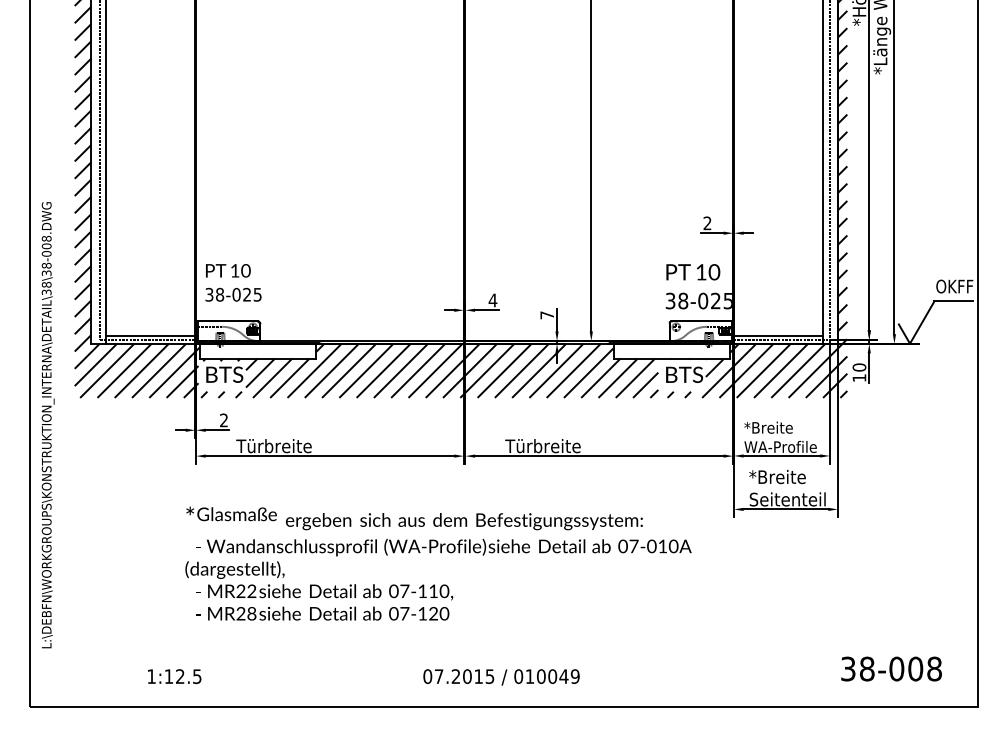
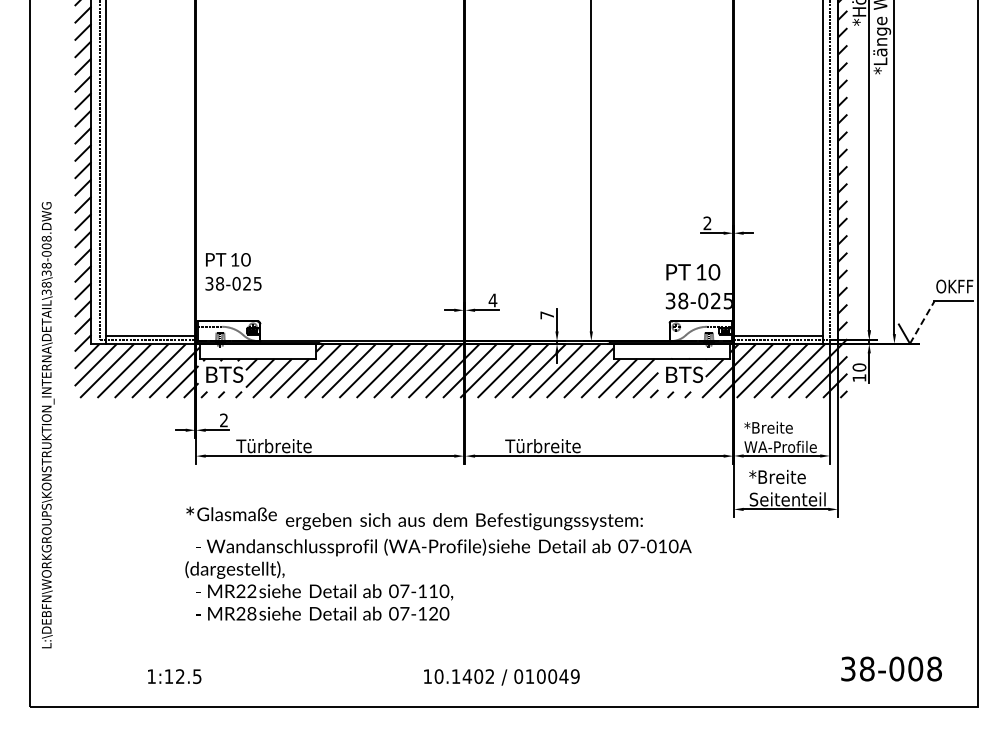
text at (233, 282) position: (233, 282) -> (233, 271)
line at (922, 322): solid -> dashed
text at (458, 676): 07.2015 -> 10.1402
